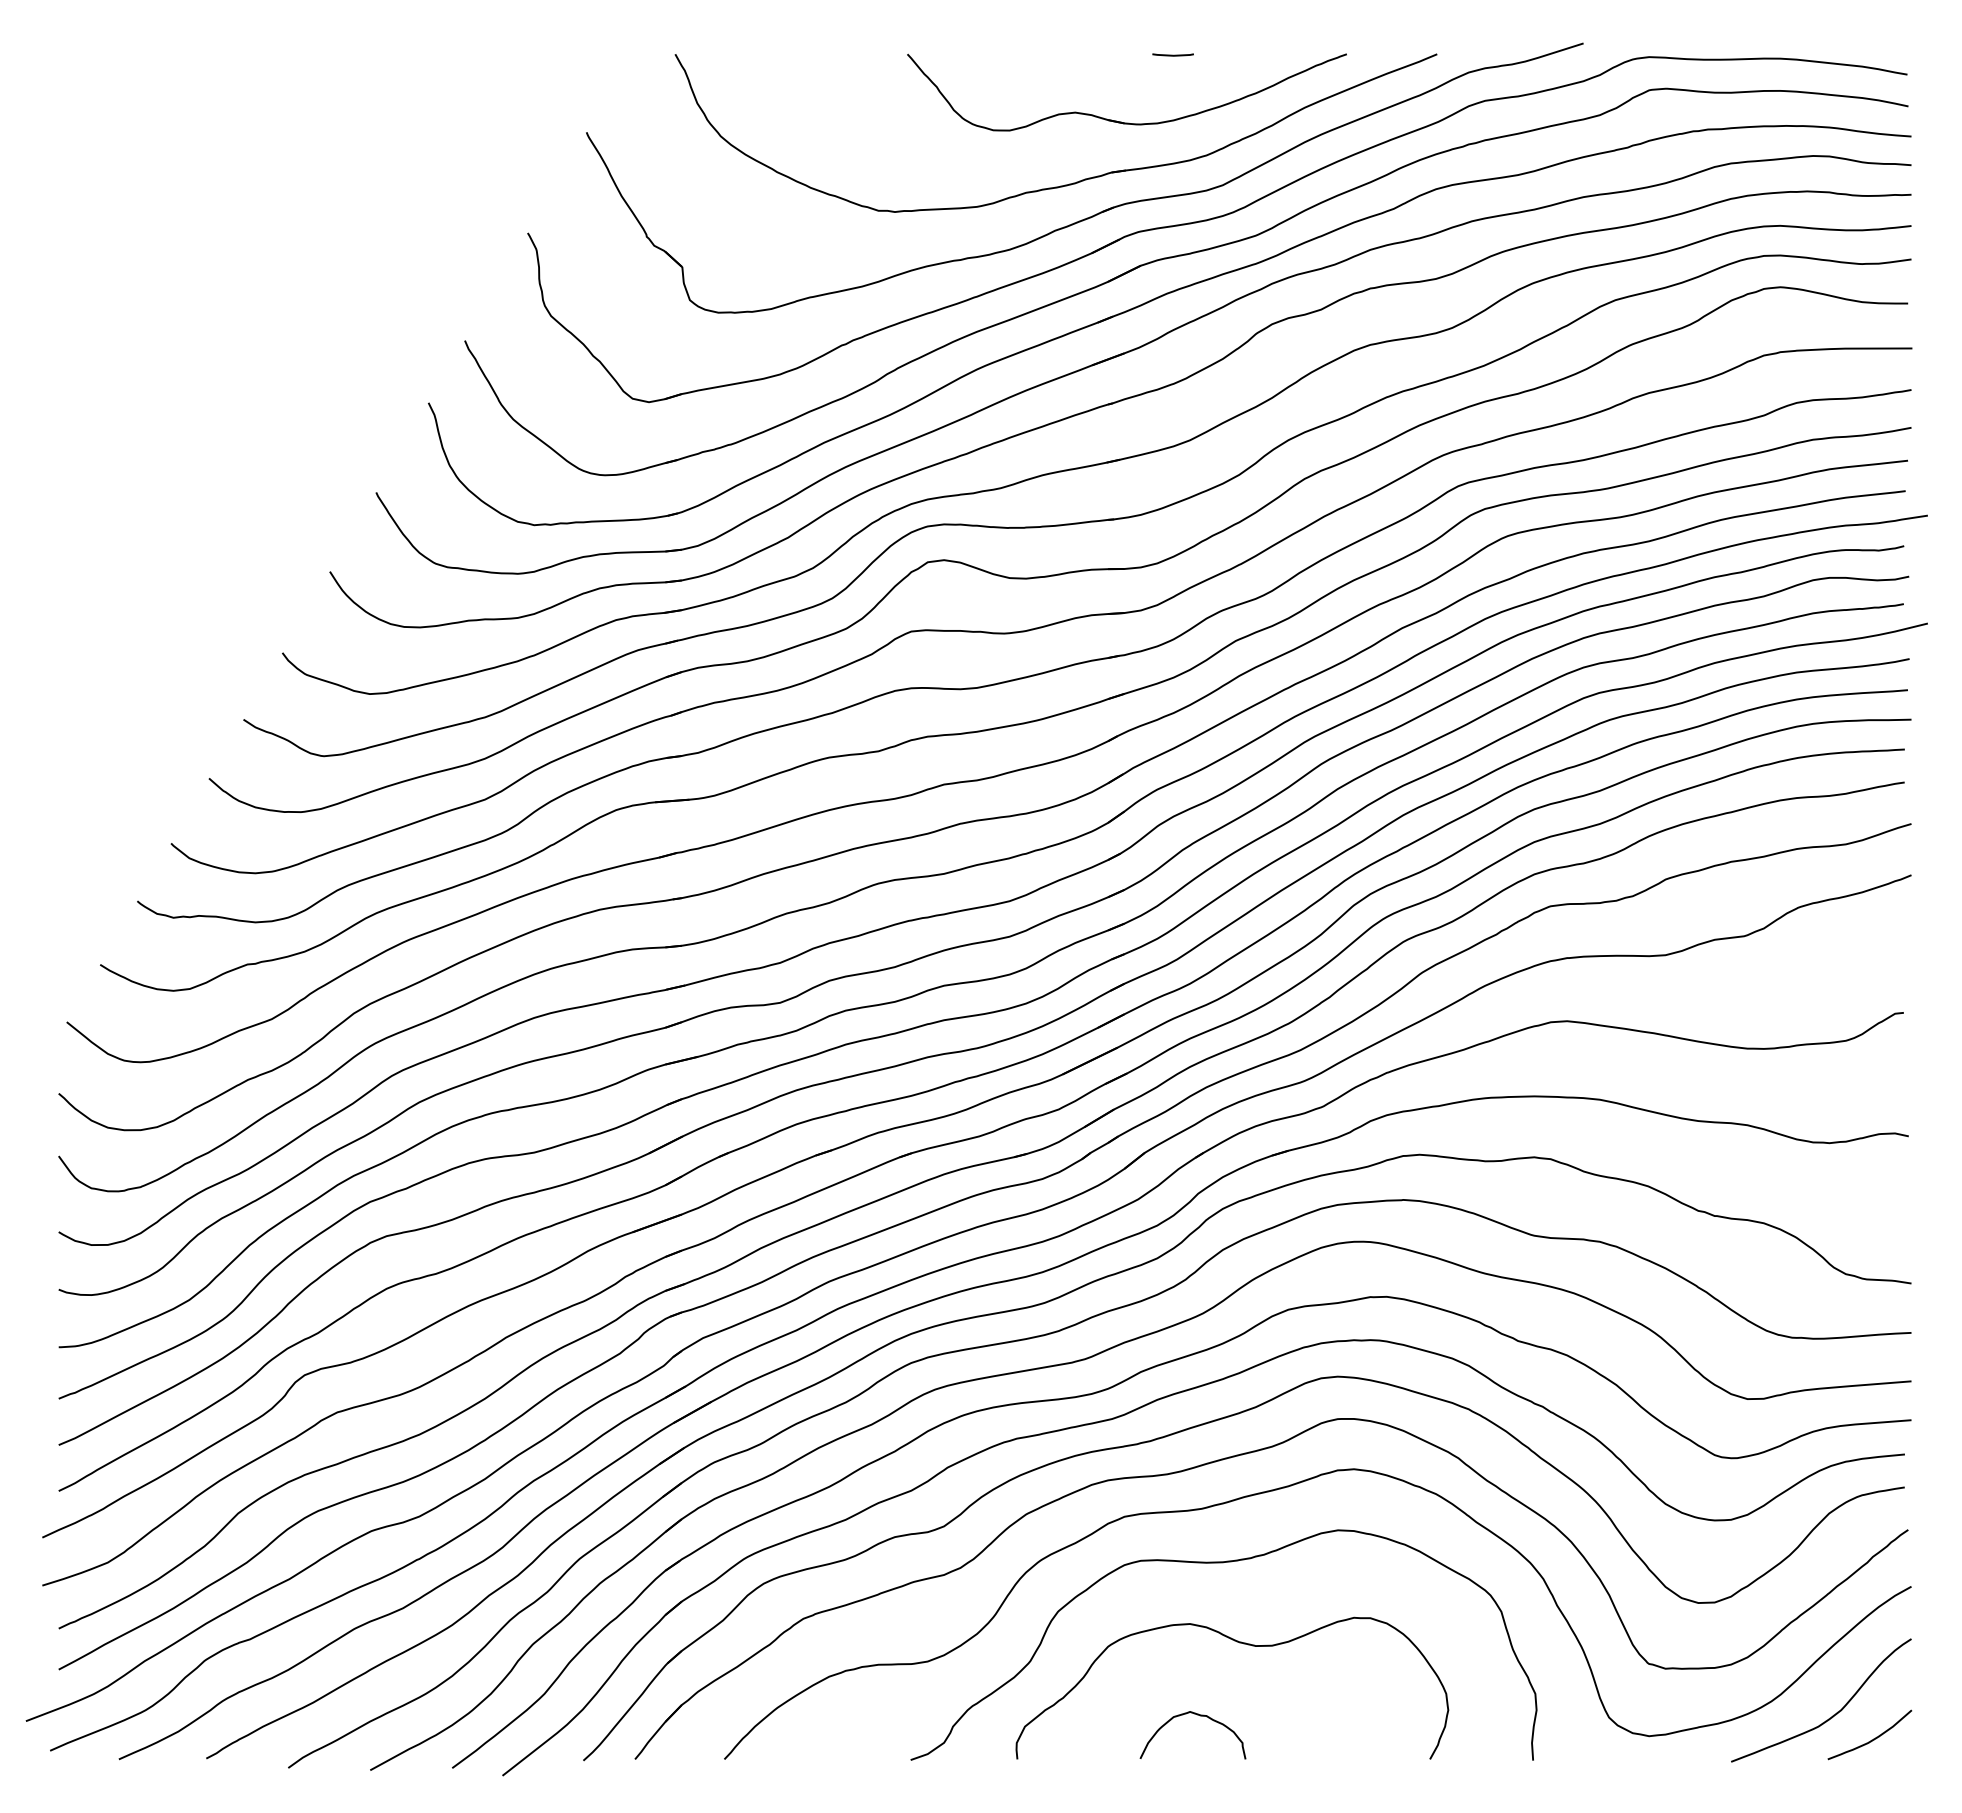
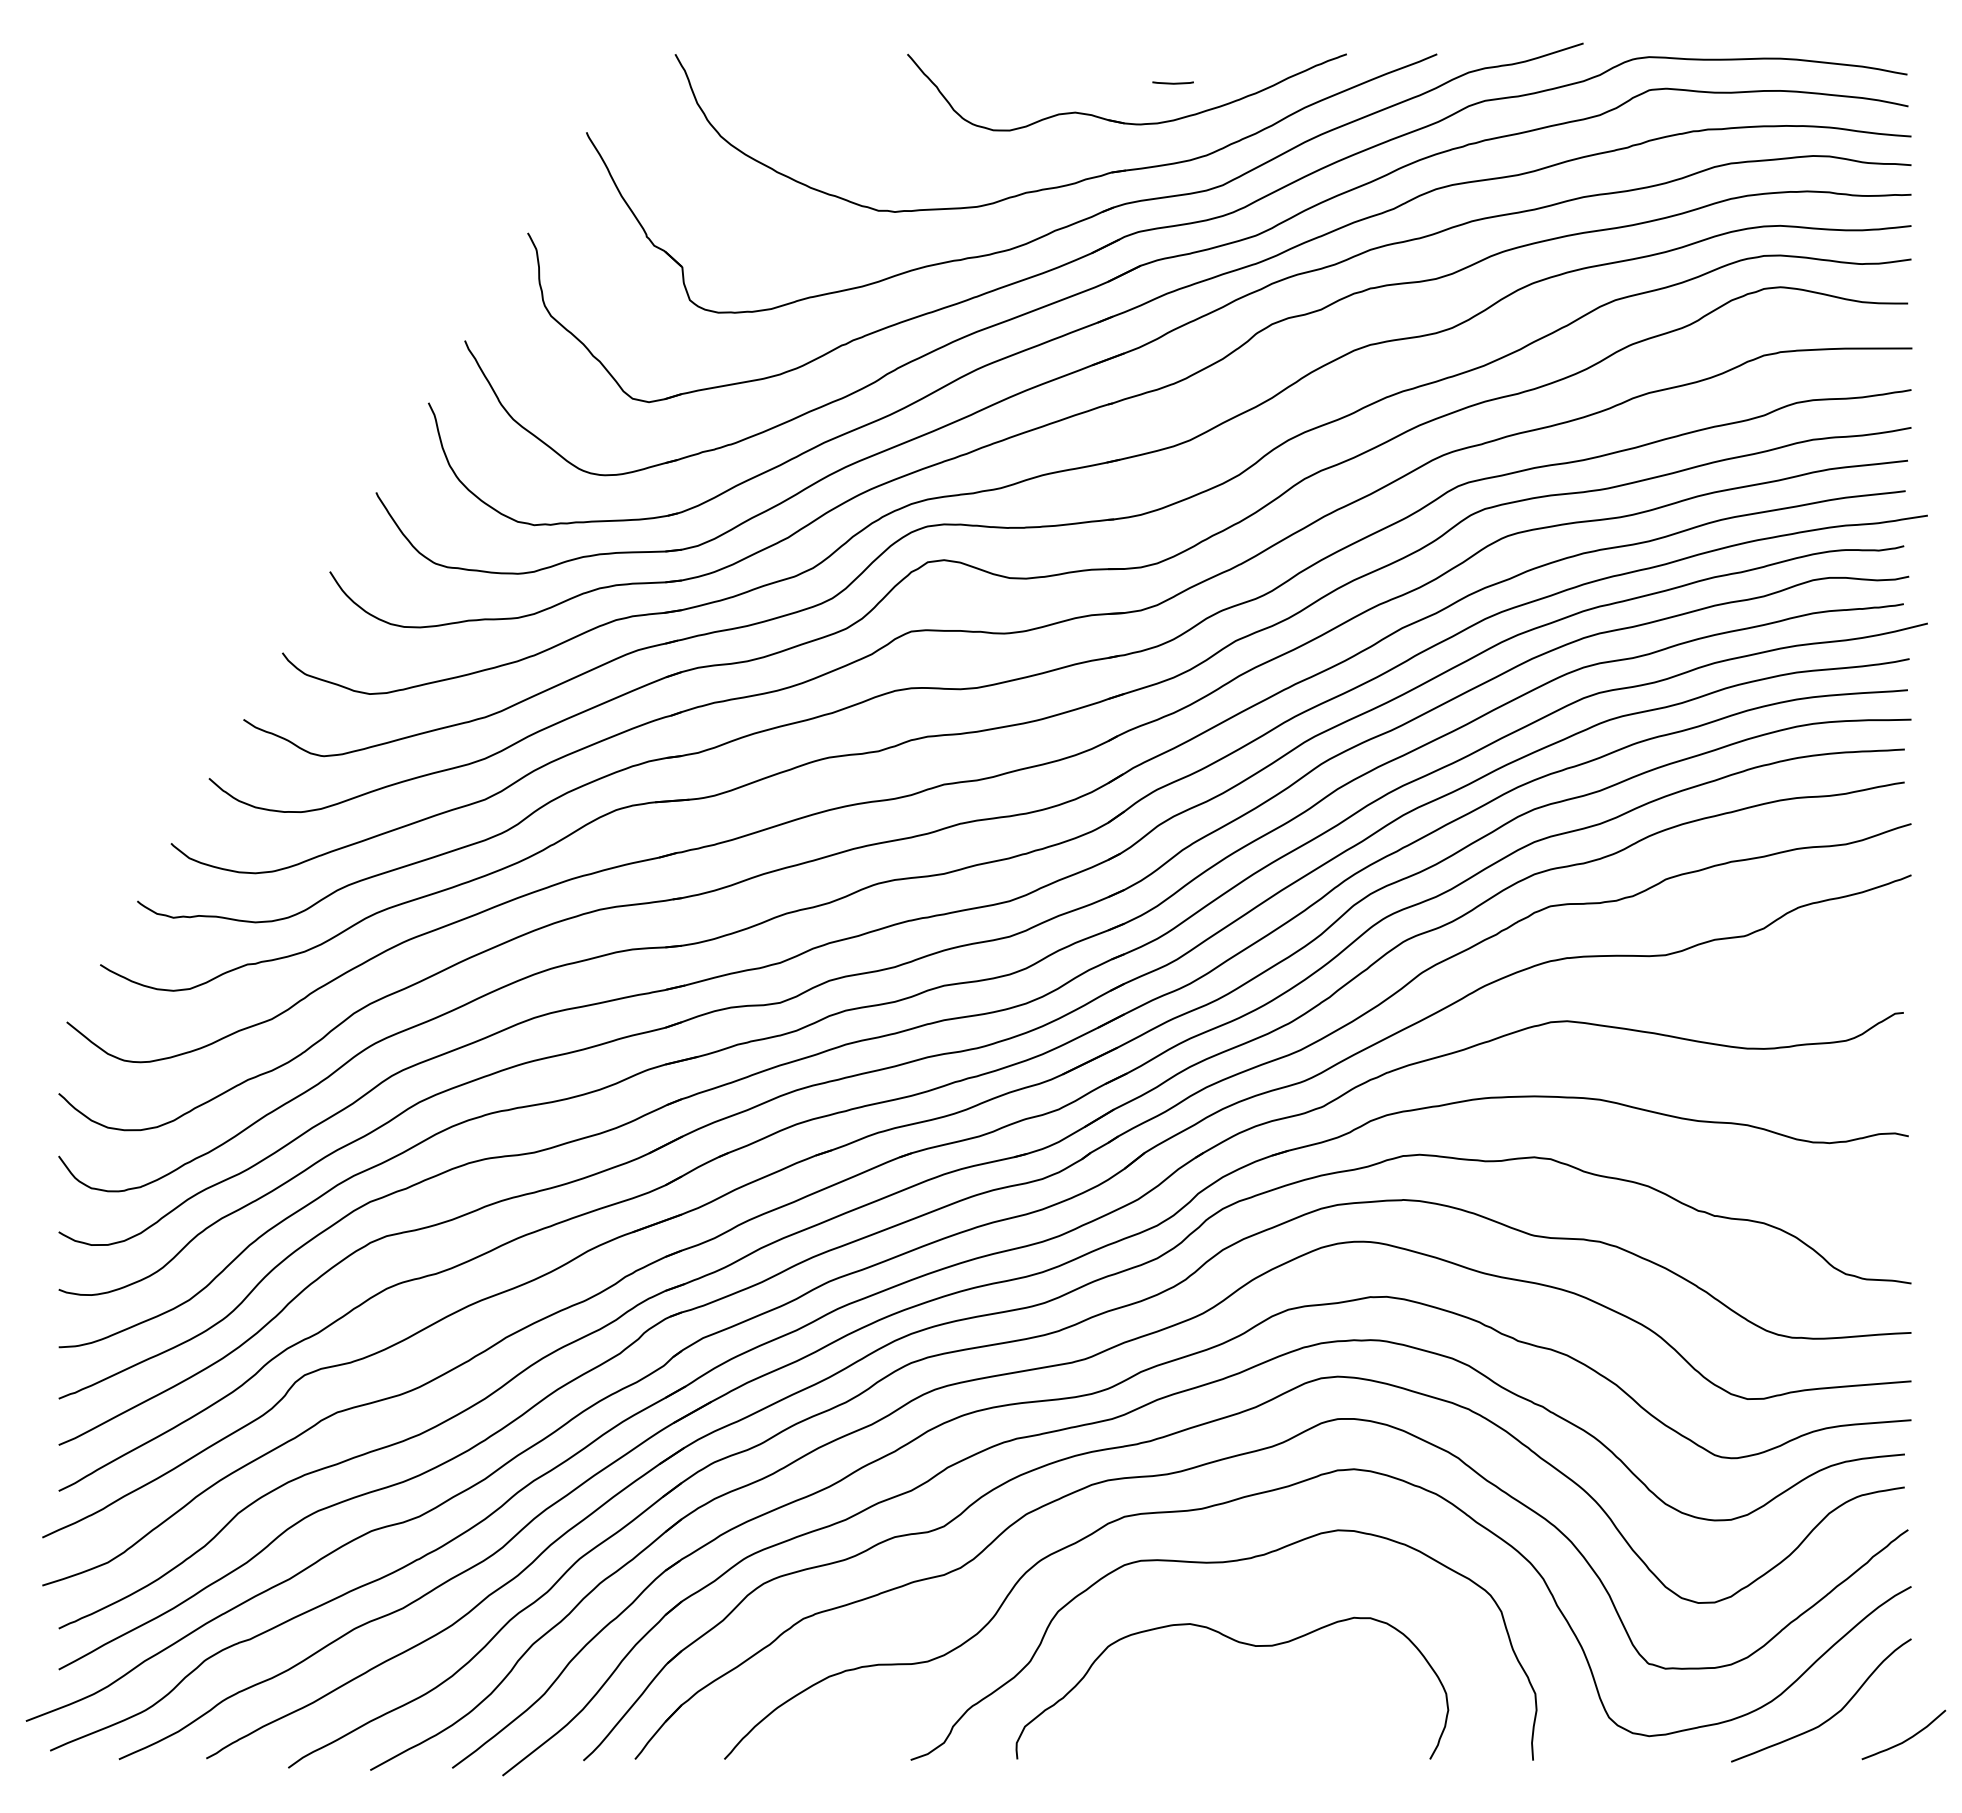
line at (1172, 54) position: (1172, 54) -> (1172, 82)
curve at (1197, 1715): present -> none
curve at (1871, 1739) position: (1871, 1739) -> (1905, 1739)
